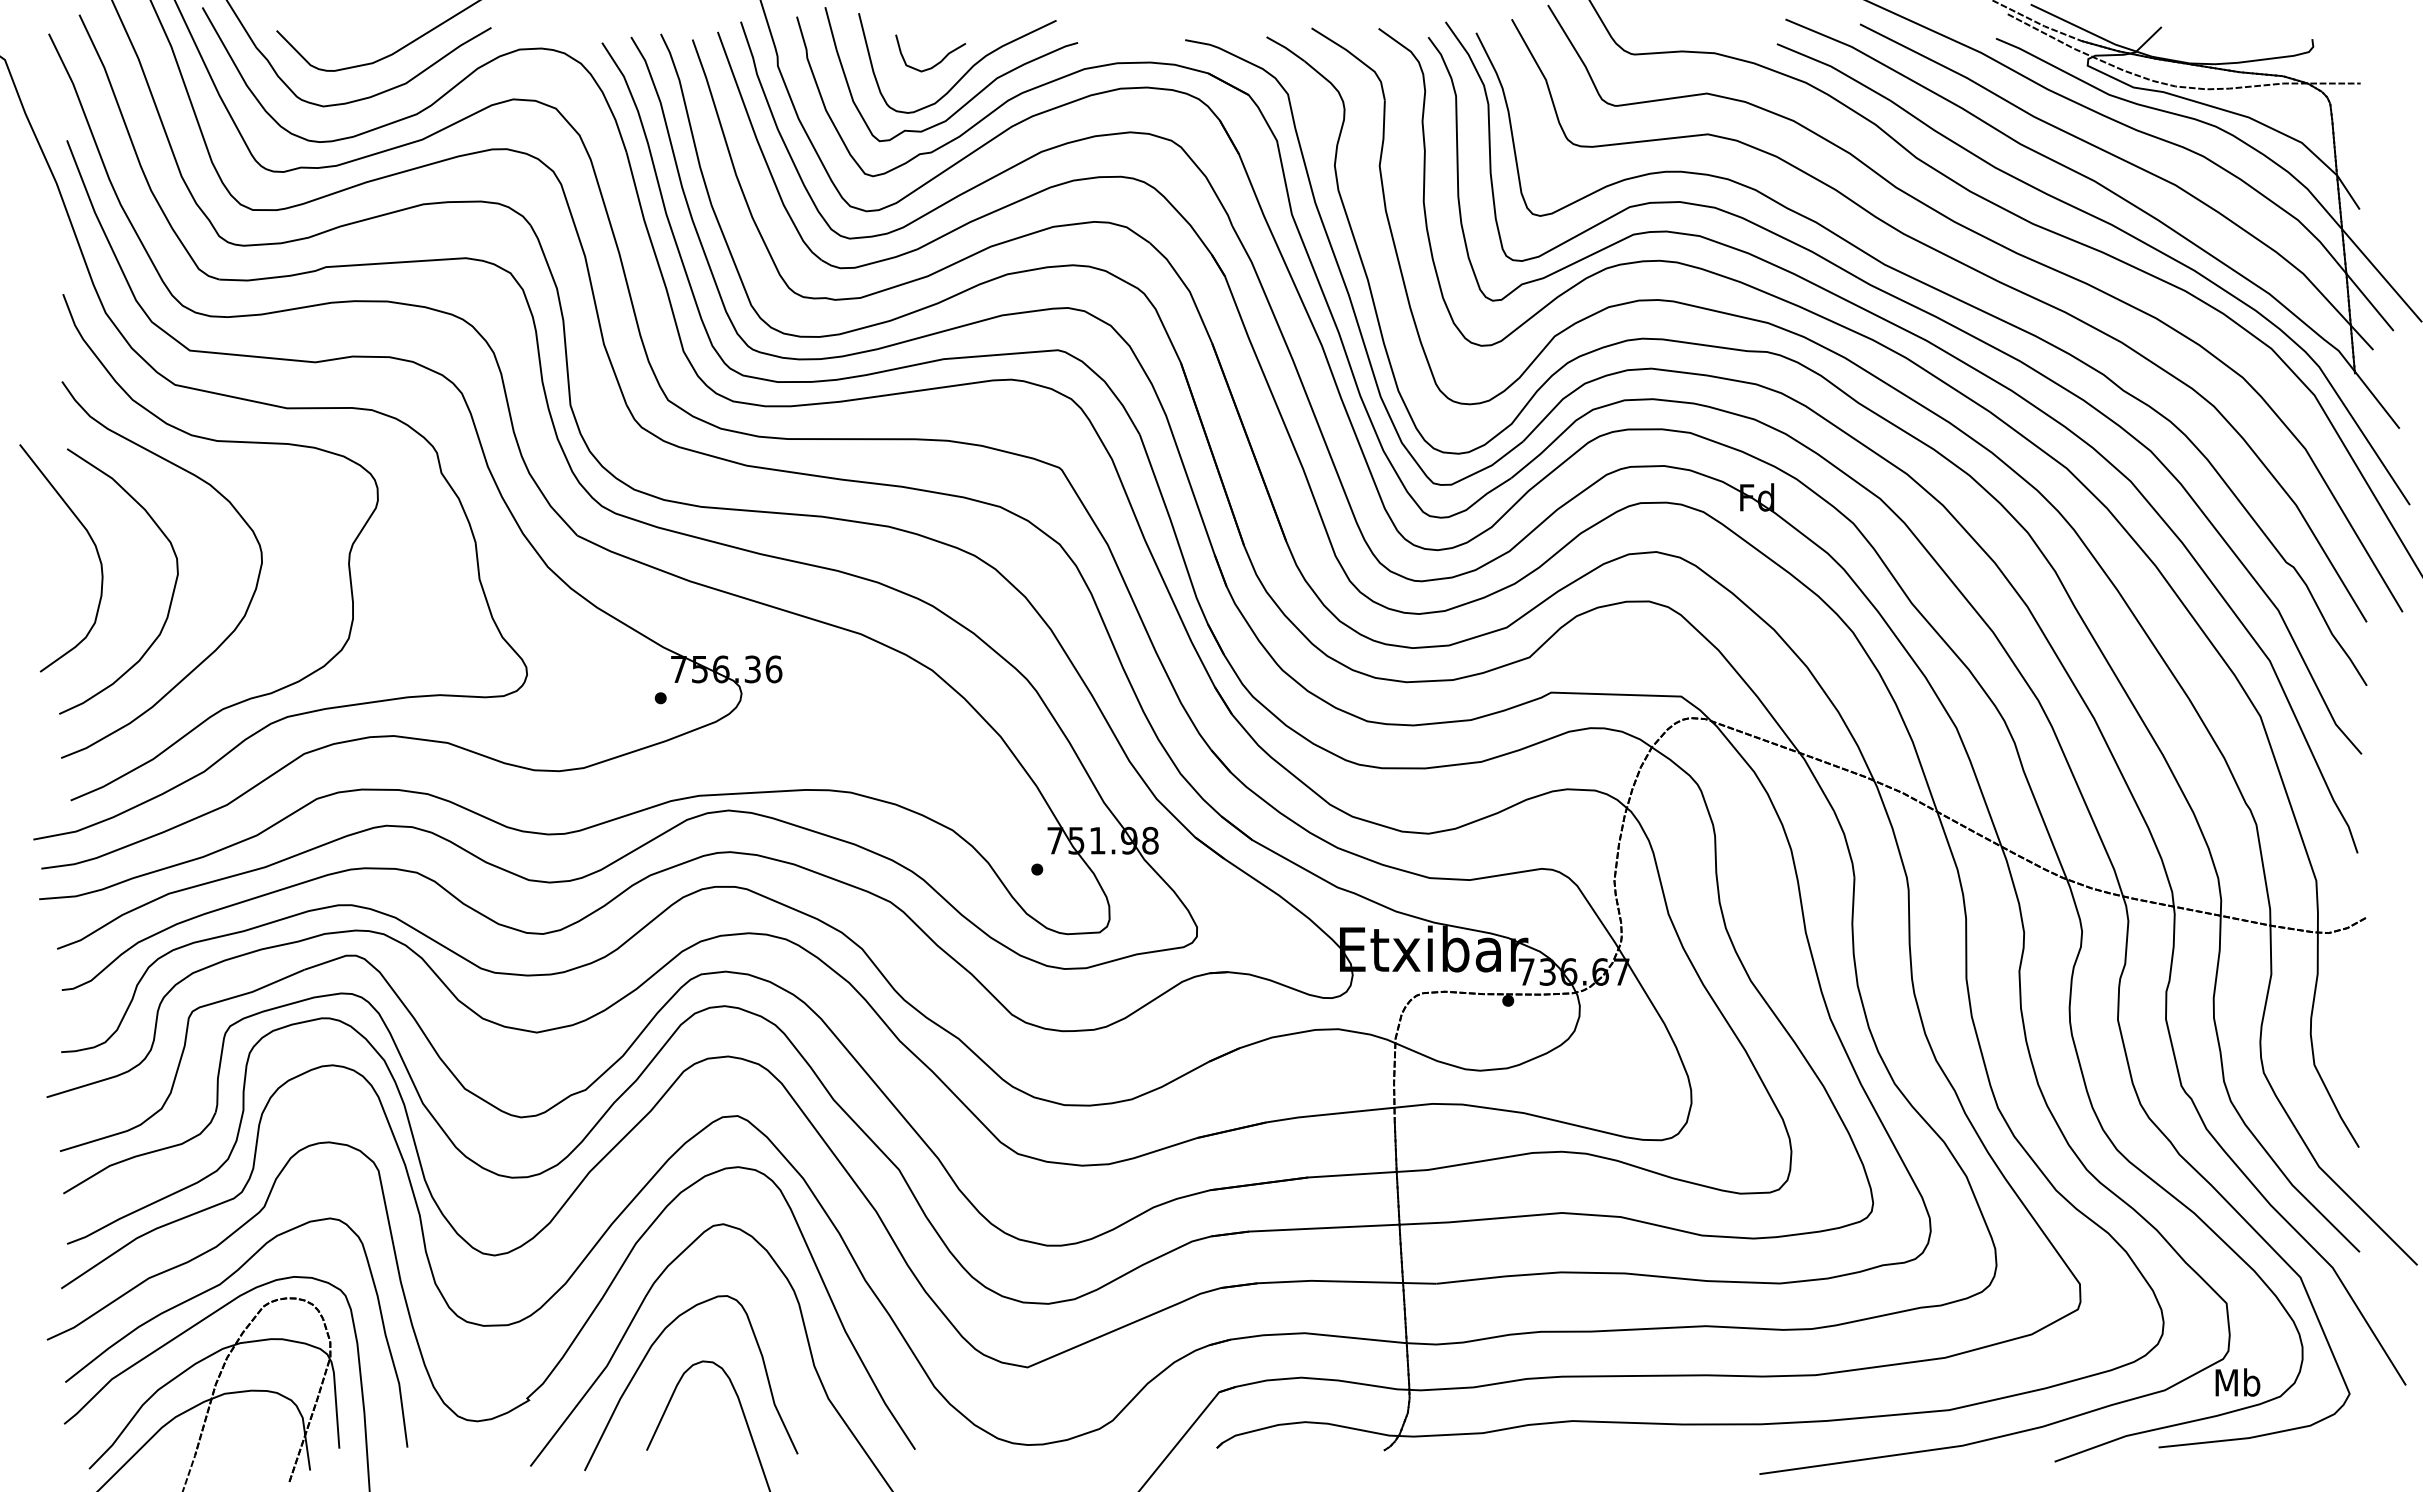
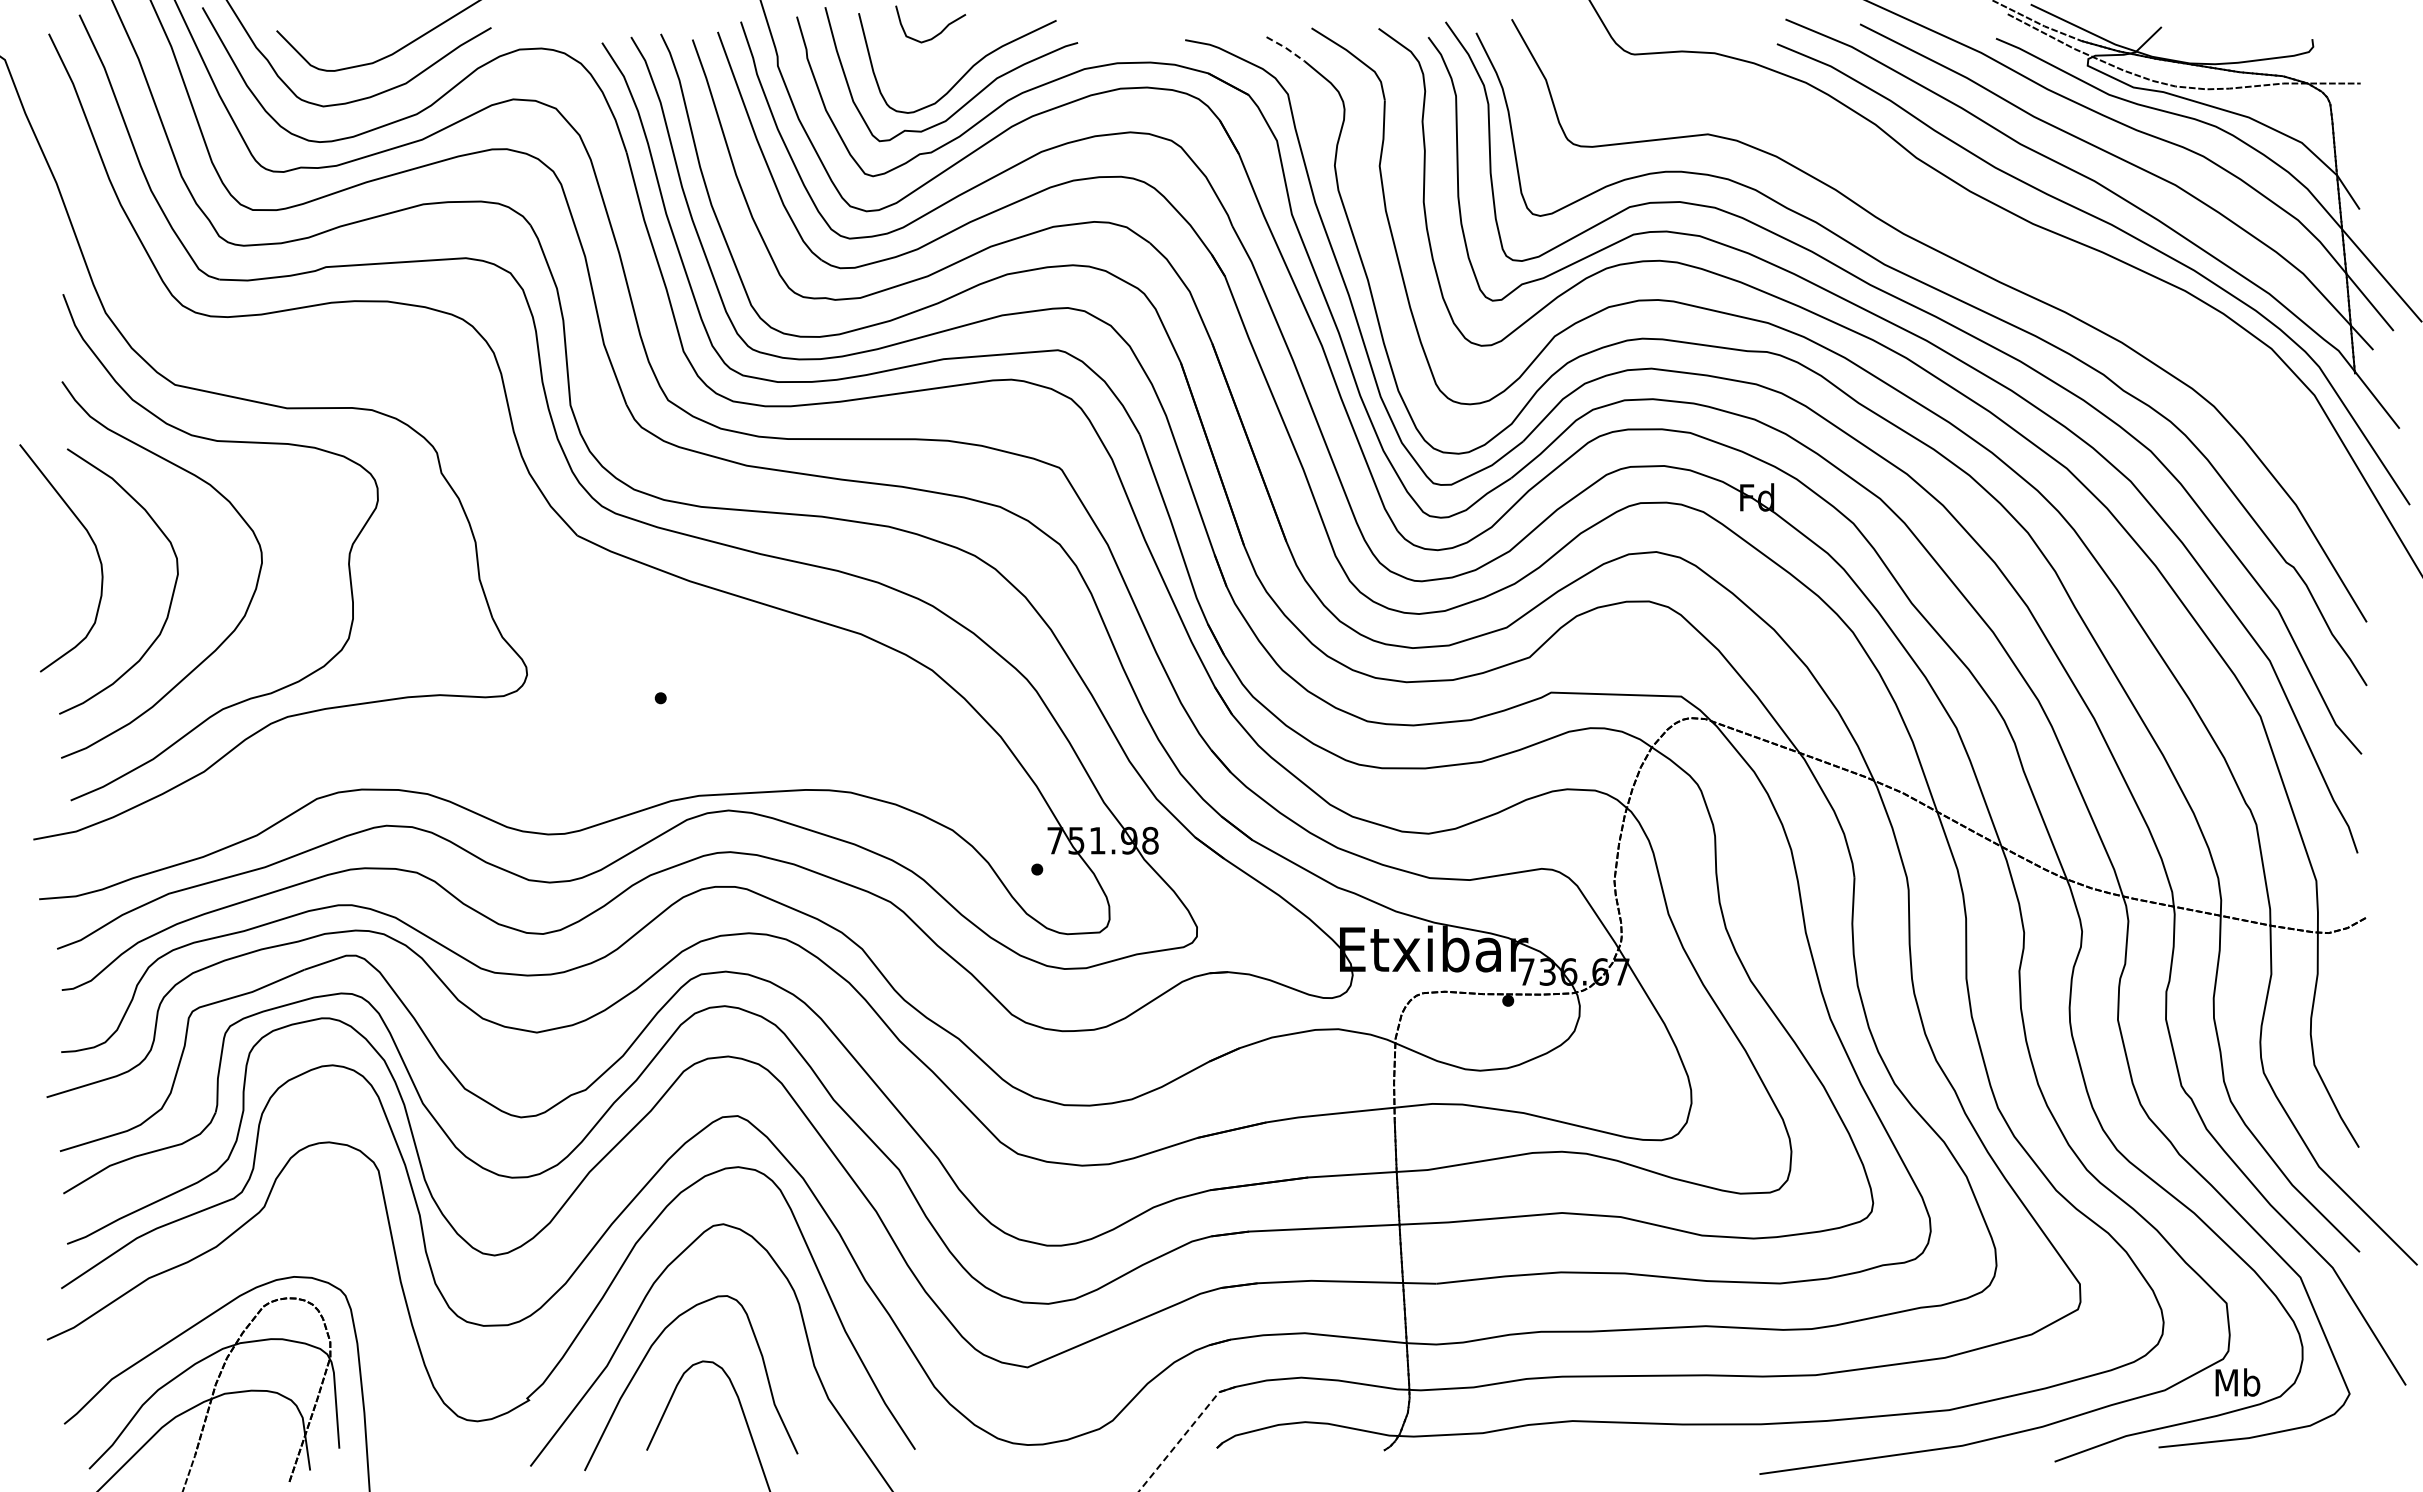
line at (1285, 47): solid -> dashed
curve at (936, 63) position: (936, 63) -> (936, 34)
curve at (2004, 248): present -> none
part at (486, 466): present -> none
curve at (214, 1288): present -> none
line at (1184, 1434): solid -> dashed
